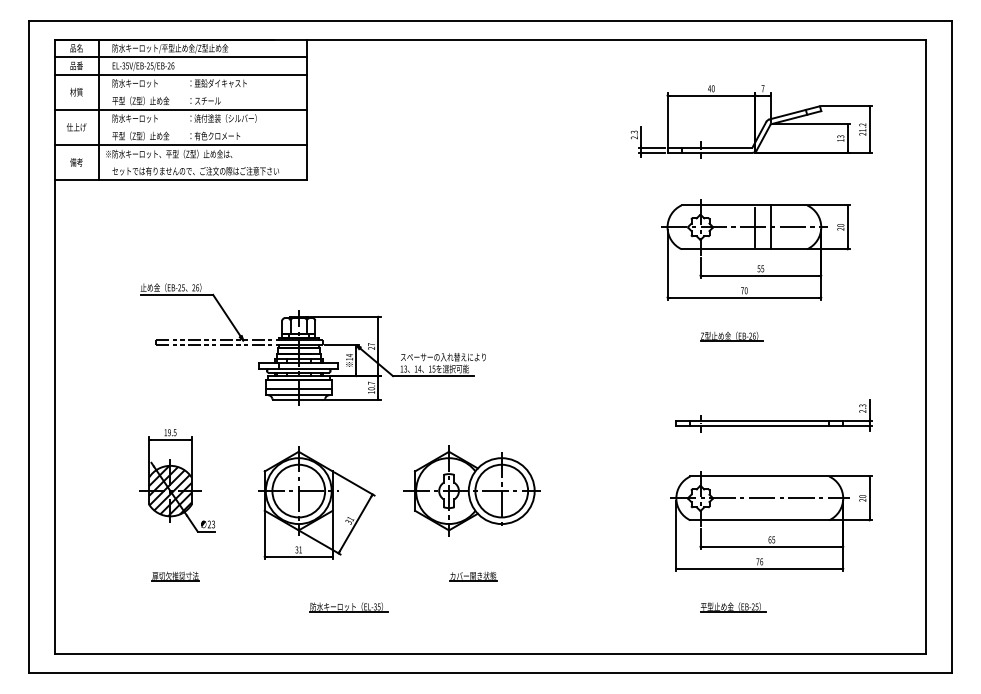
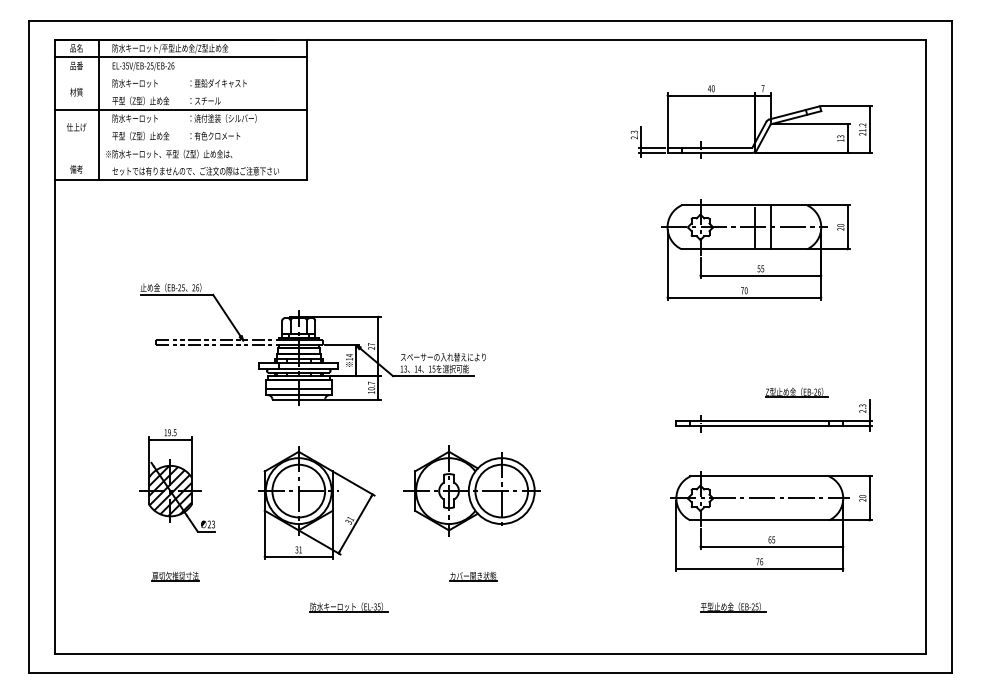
line at (180, 74): present -> none
line at (180, 145): present -> none
text at (76, 162) position: (76, 162) -> (76, 169)
part at (731, 336) position: (731, 336) -> (796, 392)
